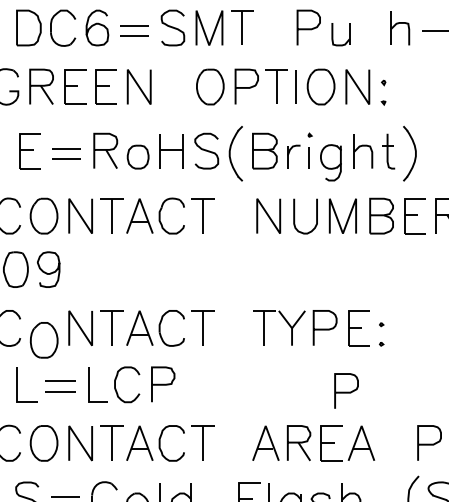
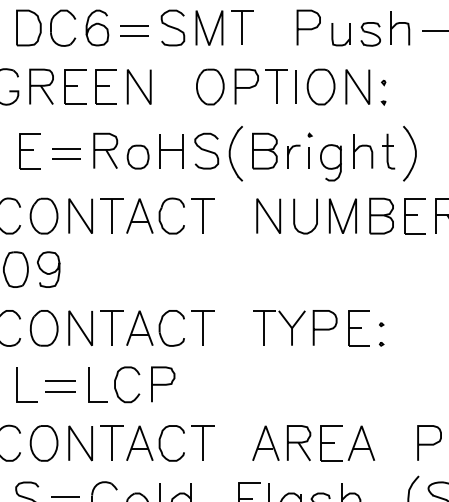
part at (370, 34): none -> present
part at (43, 340) position: (43, 340) -> (43, 328)
curve at (346, 391): present -> none
